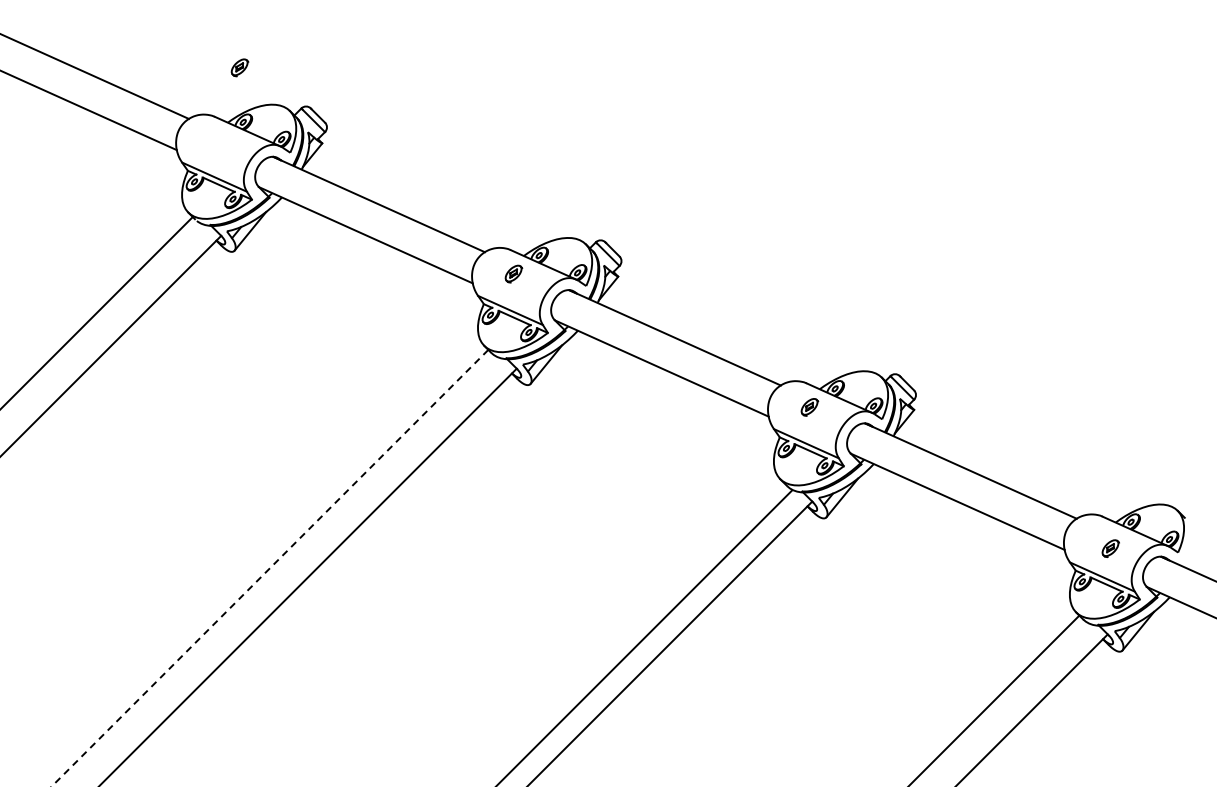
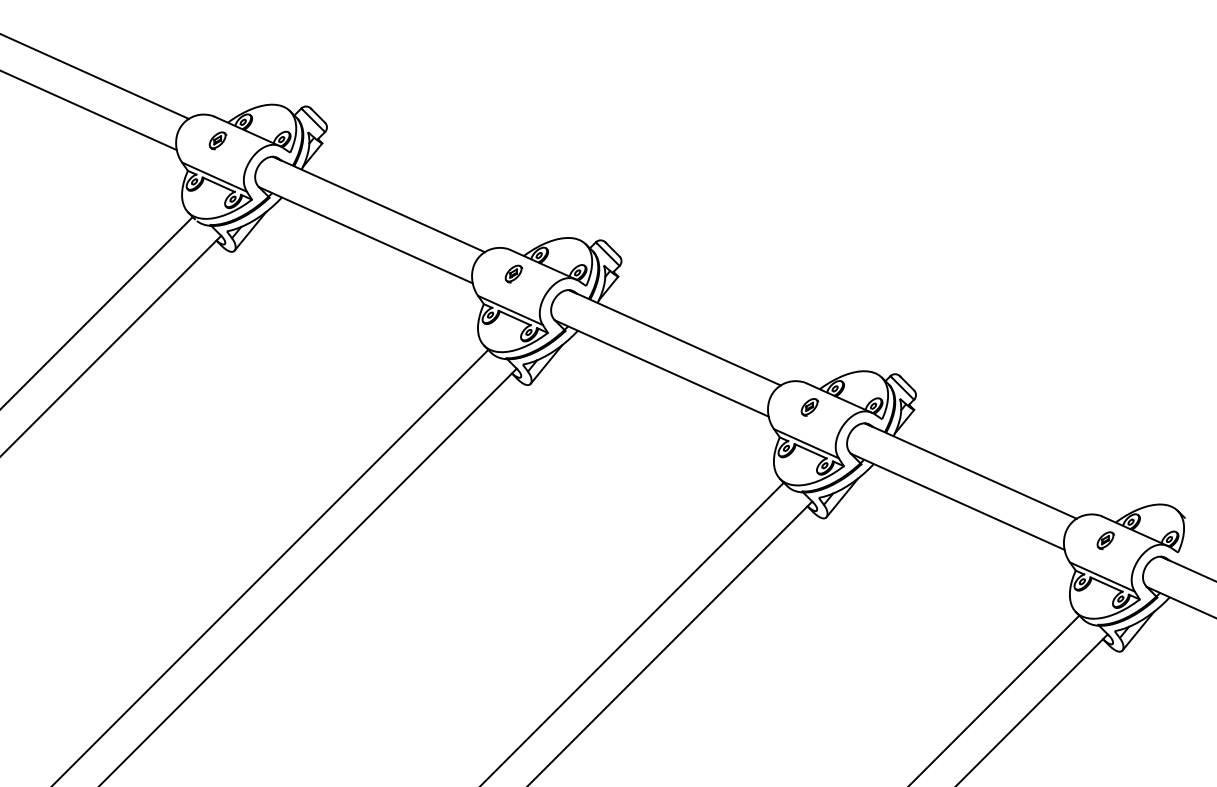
part at (239, 67) position: (239, 67) -> (217, 140)
part at (1110, 548) position: (1110, 548) -> (1105, 540)
line at (269, 568): dashed -> solid
line at (645, 636) position: (645, 636) -> (633, 632)
